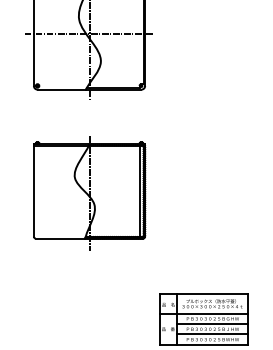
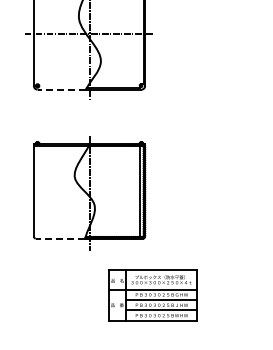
line at (61, 89): solid -> dashed
line at (59, 238): solid -> dashed
part at (203, 319) position: (203, 319) -> (152, 295)
